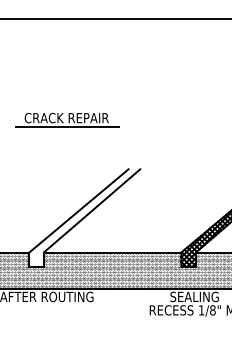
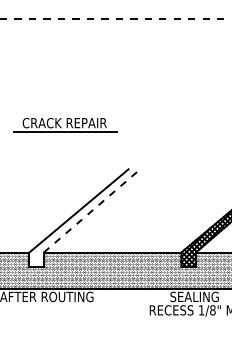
line at (116, 19): solid -> dashed
part at (67, 120) position: (67, 120) -> (65, 125)
line at (92, 210): solid -> dashed
